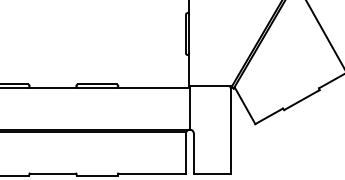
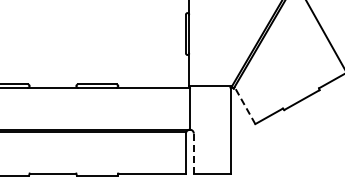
line at (245, 106): solid -> dashed
line at (193, 153): solid -> dashed
